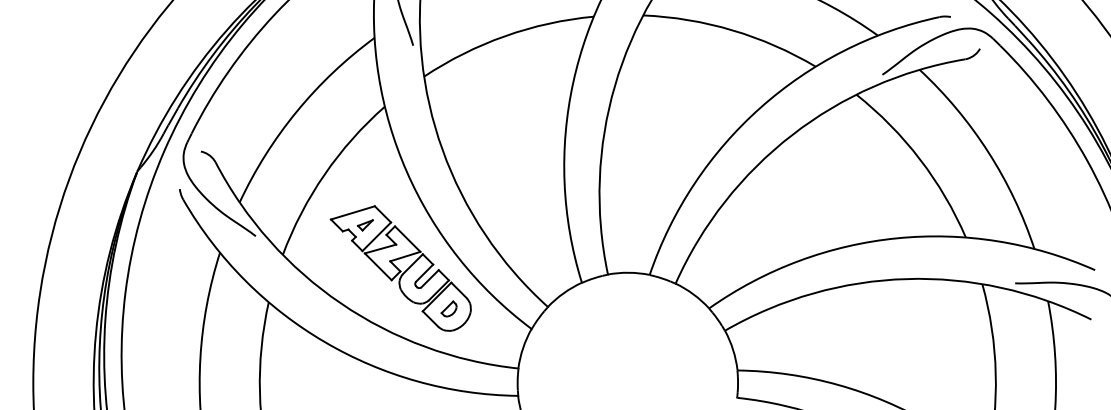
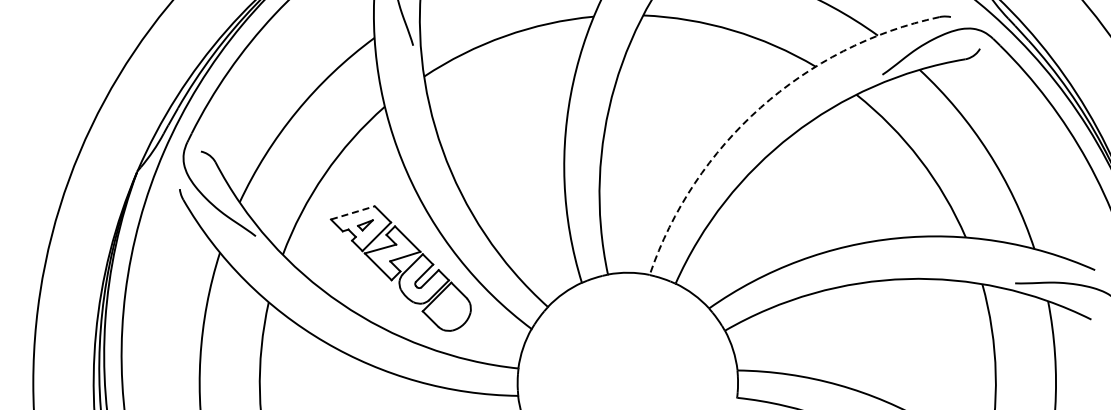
arc at (760, 107): solid -> dashed
line at (352, 212): solid -> dashed
part at (448, 308): present -> none
